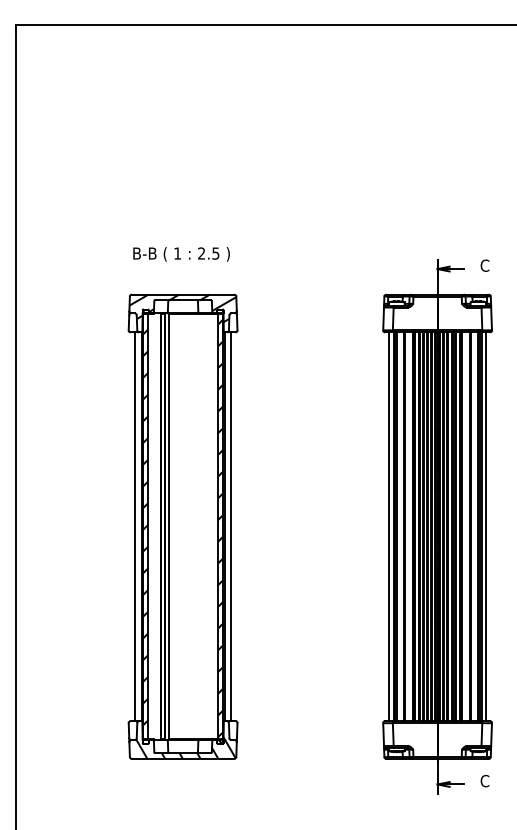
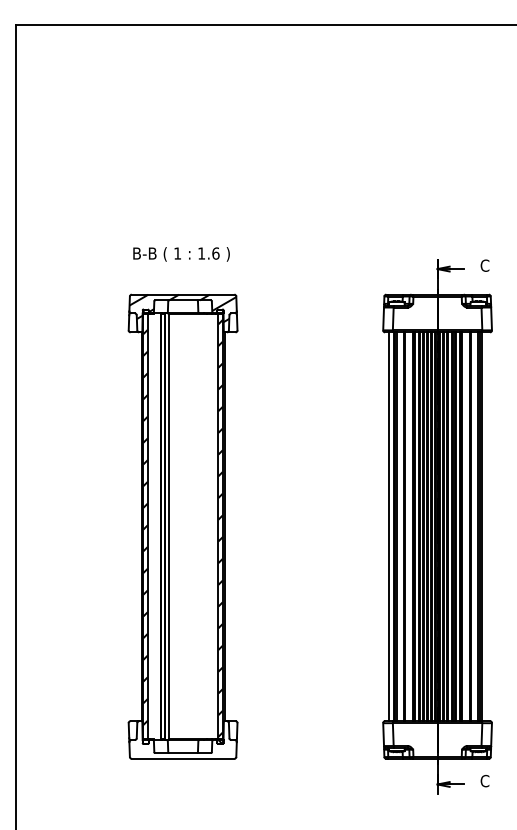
text at (208, 253): 2.5 -> 1.6
line at (134, 526): present -> none
line at (231, 526): present -> none
line at (485, 526): present -> none
hatch at (185, 747): present -> none
